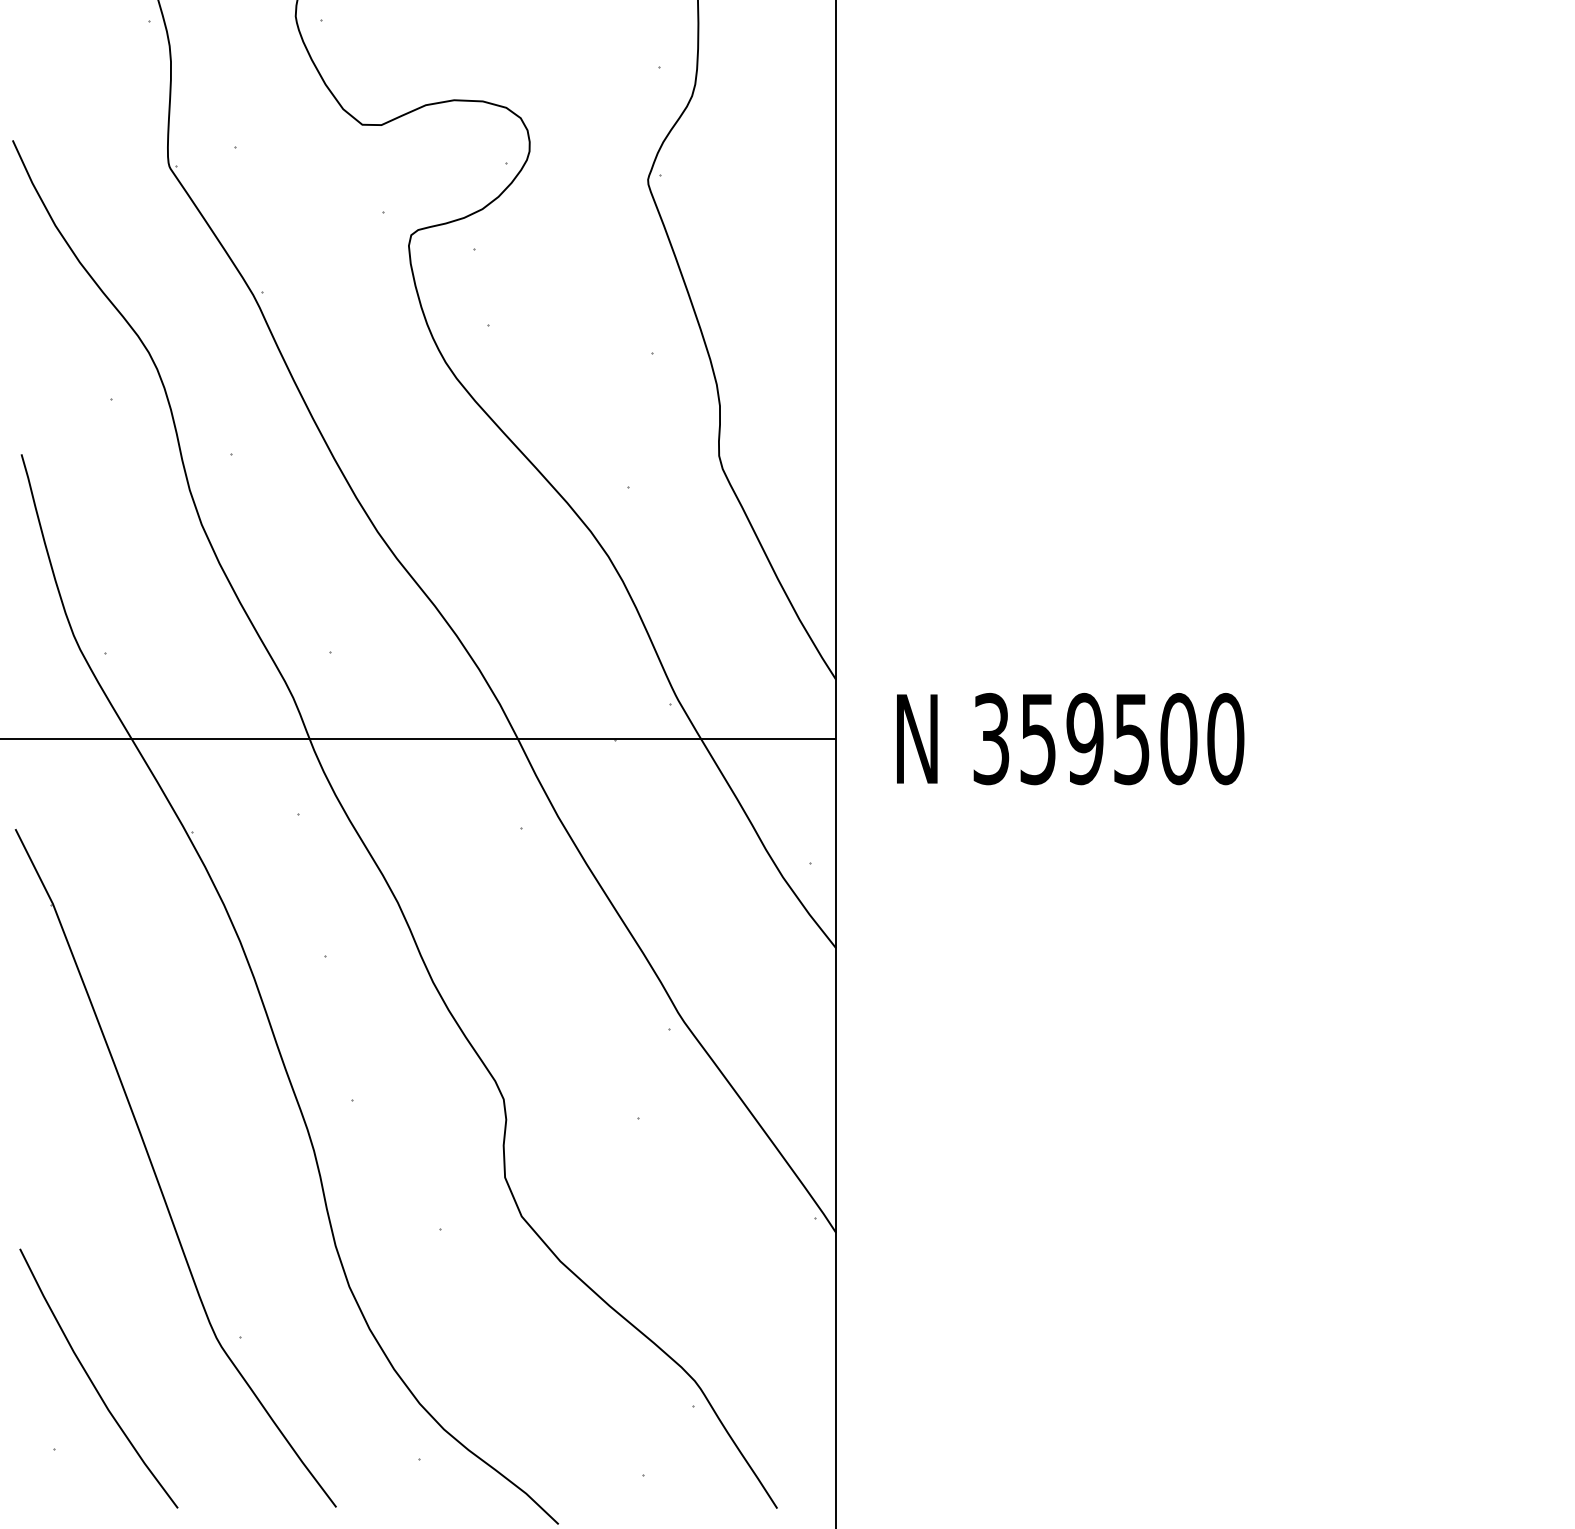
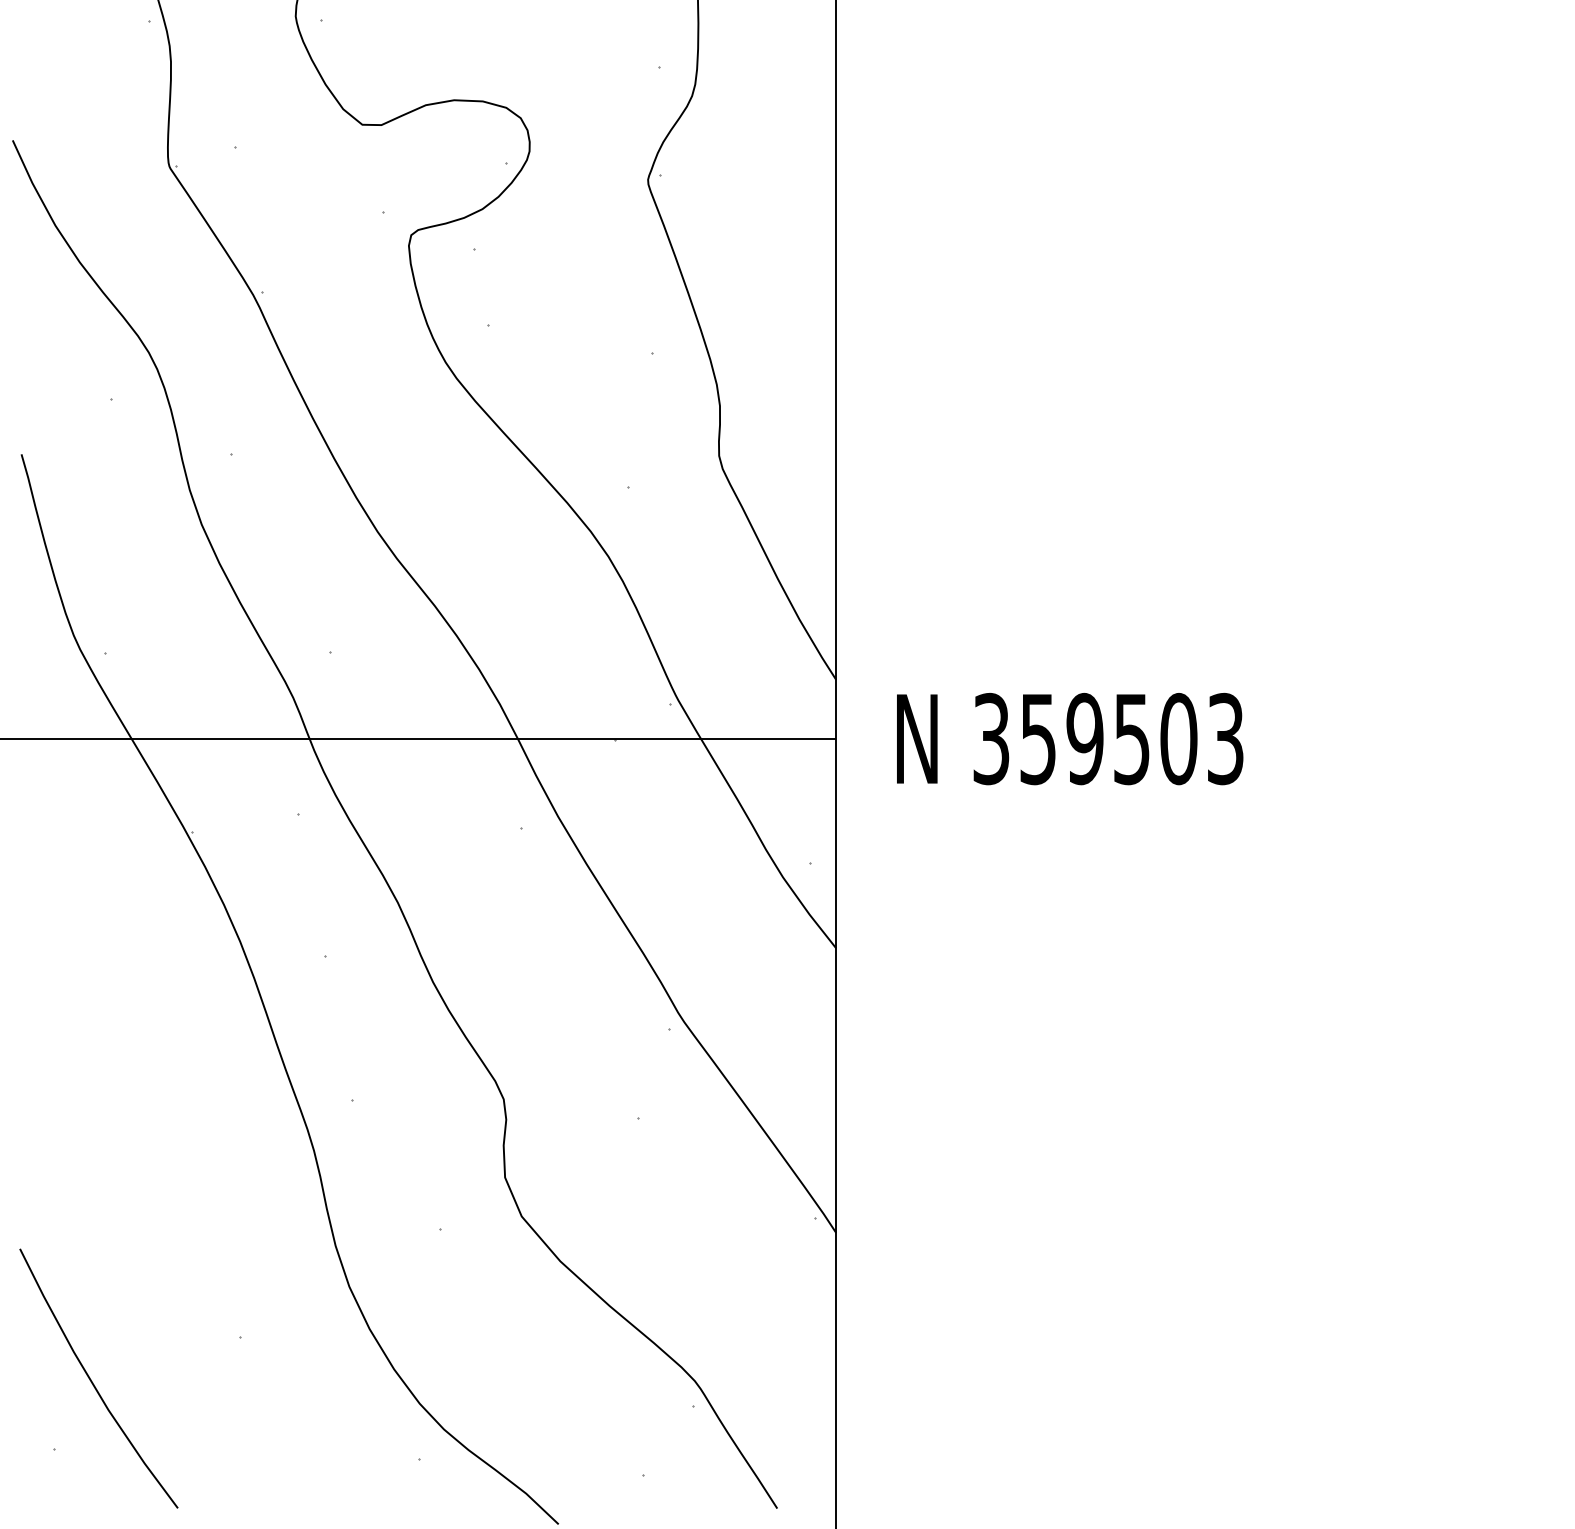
text at (1225, 738): 359500 -> 359503
part at (157, 1176): present -> none
